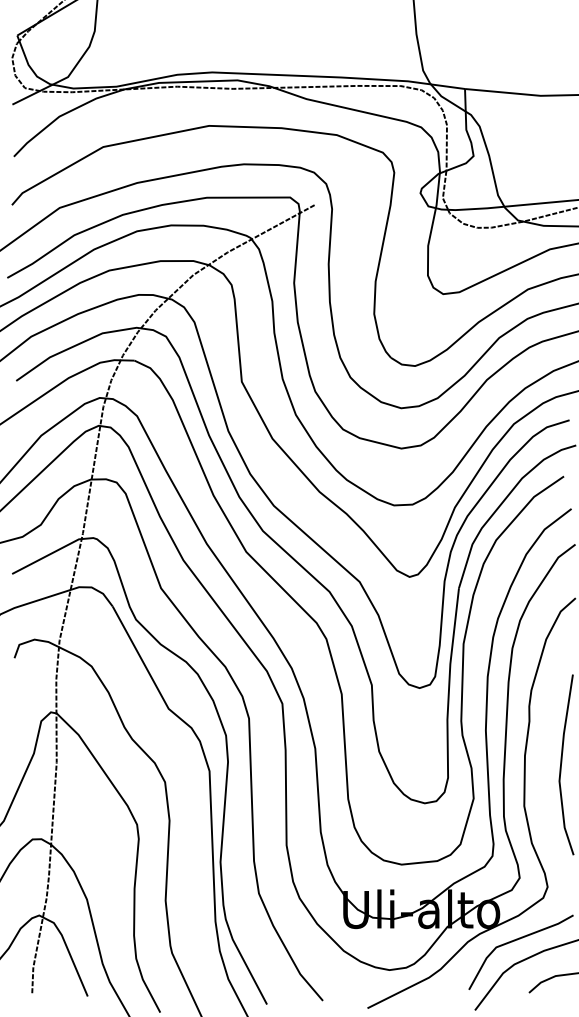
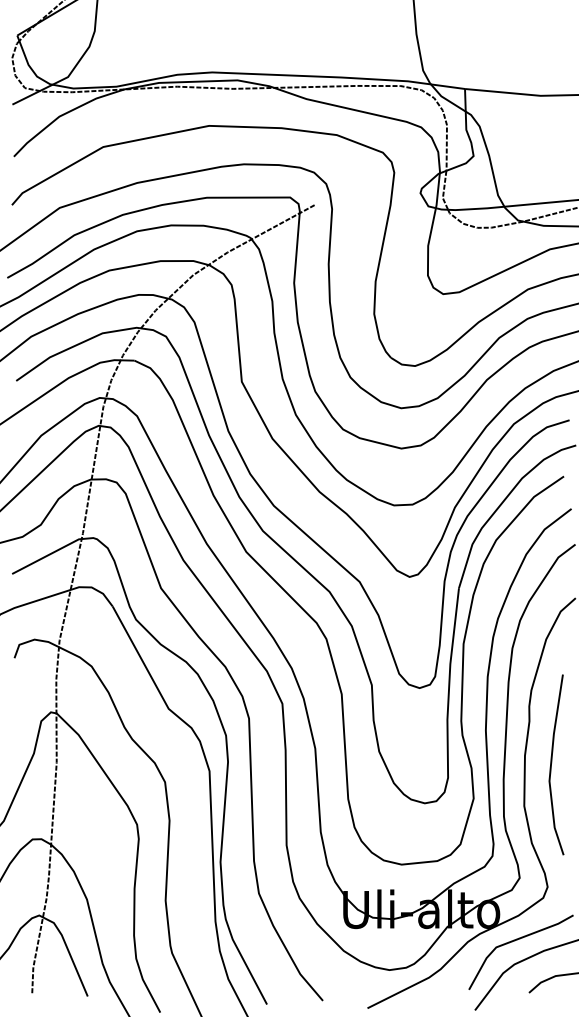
line at (562, 762) position: (562, 762) -> (552, 762)
